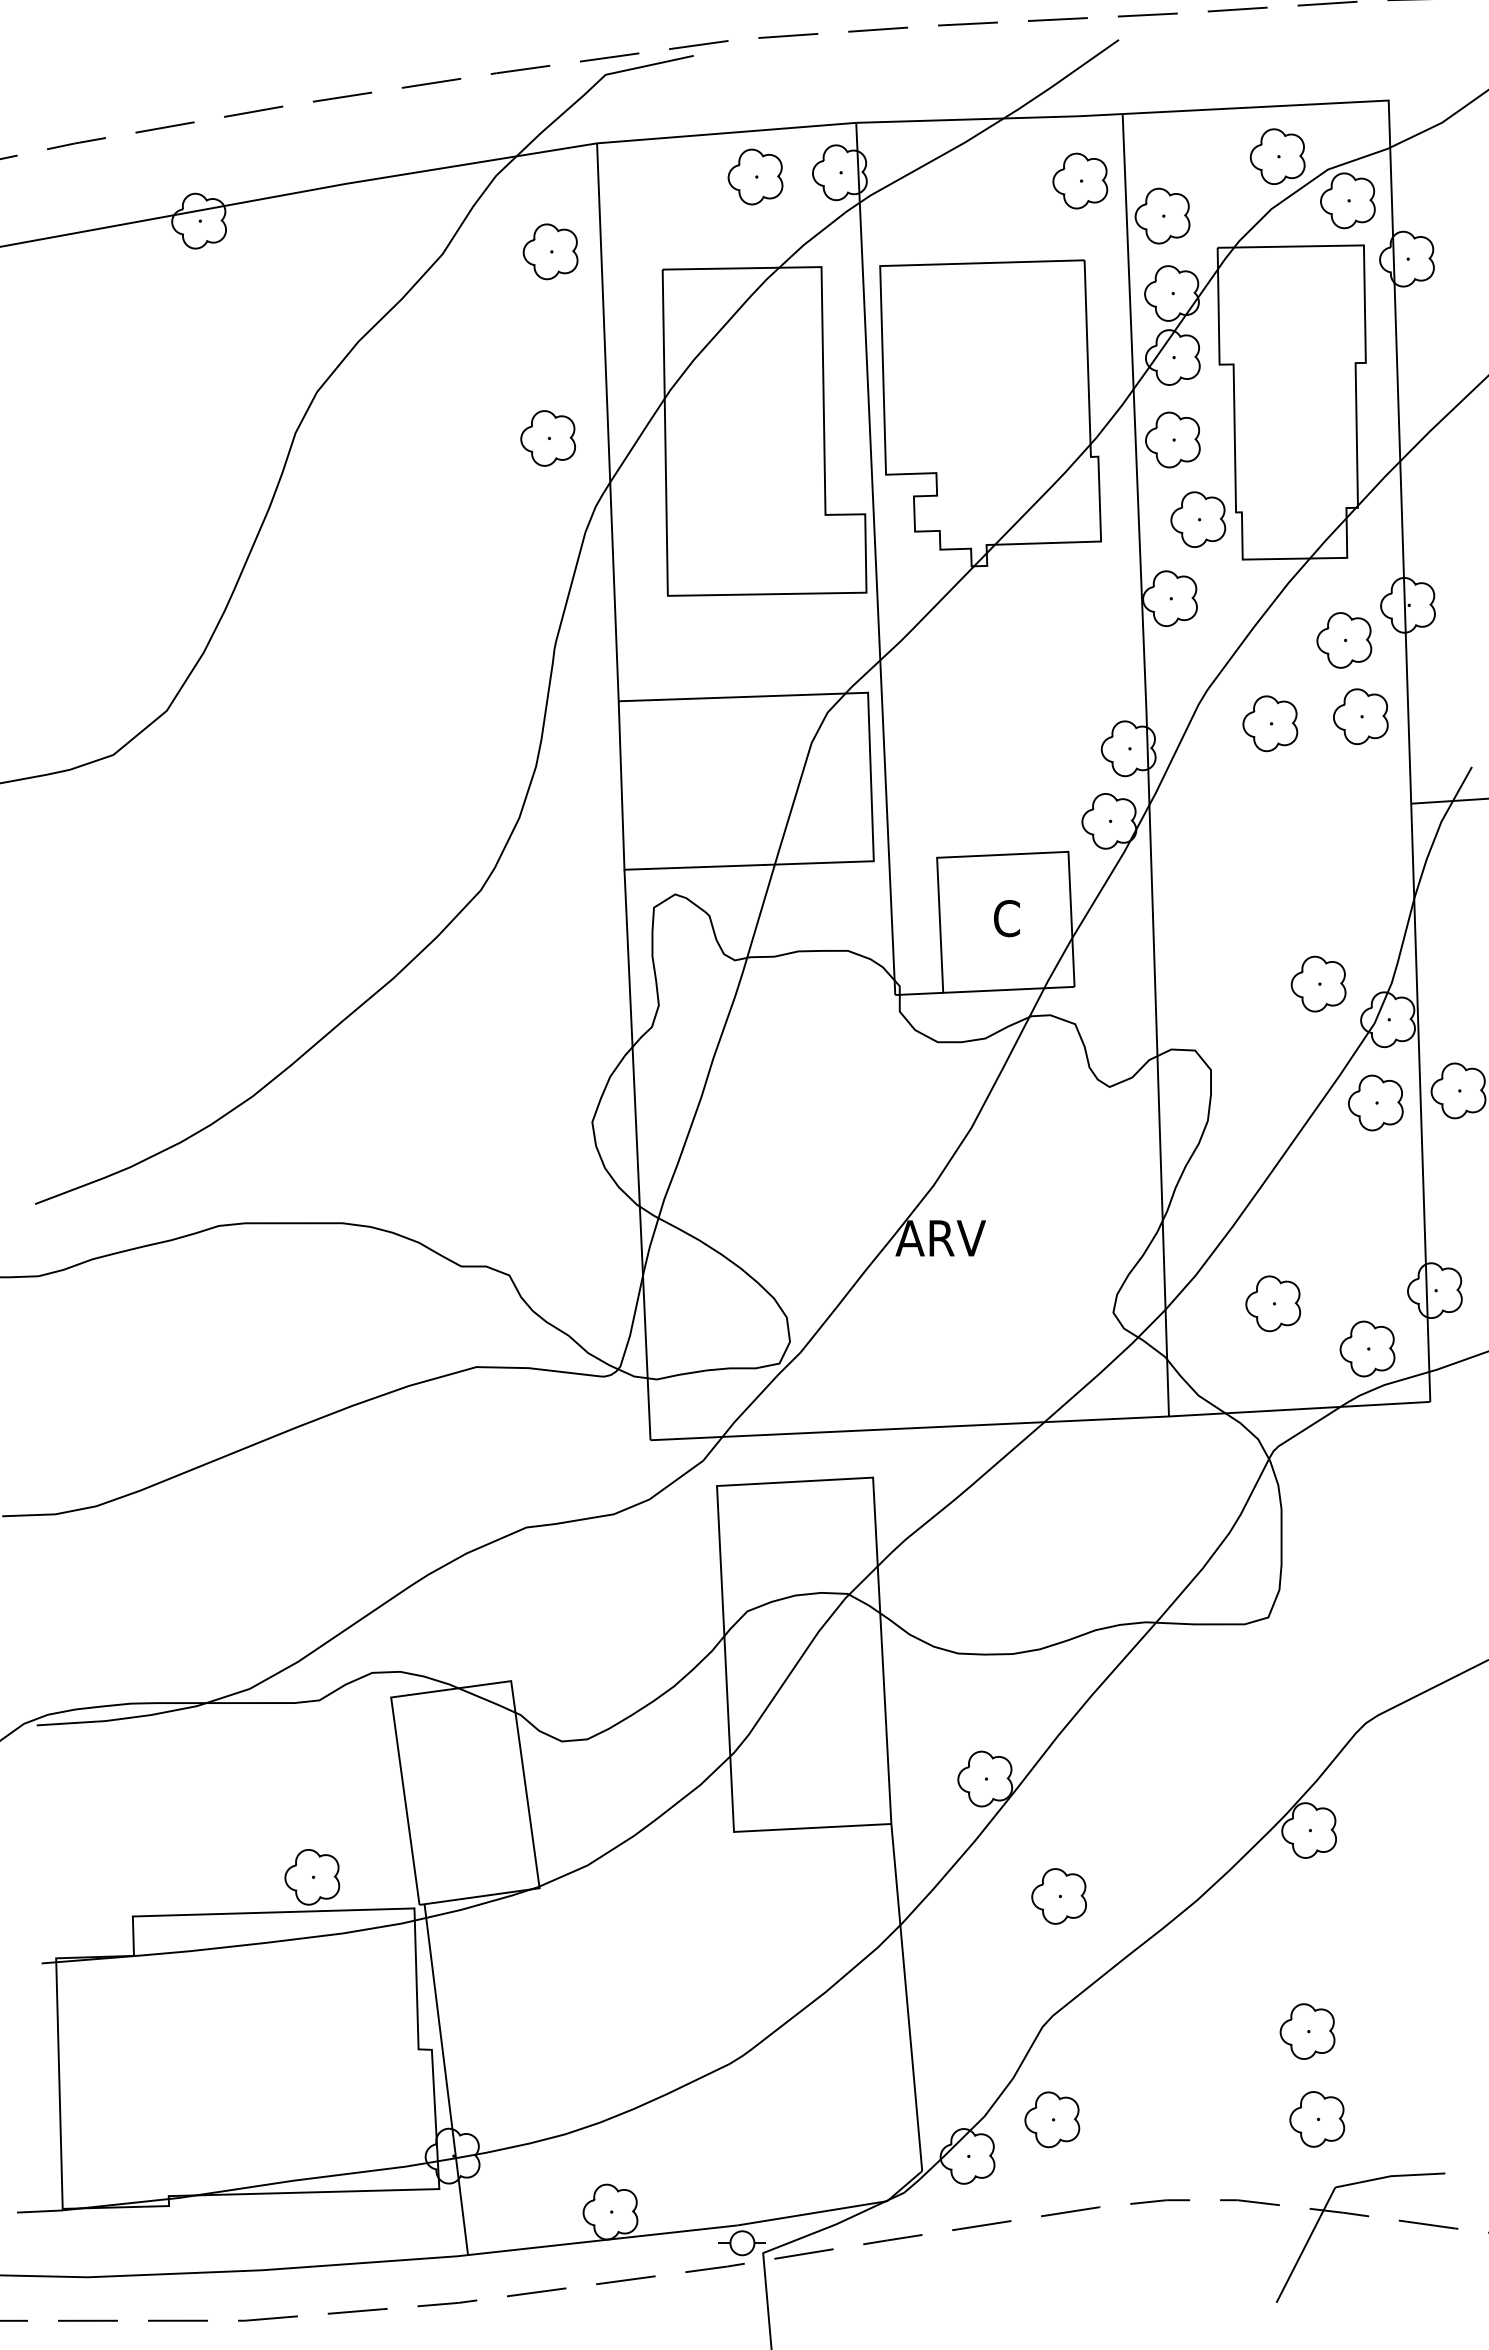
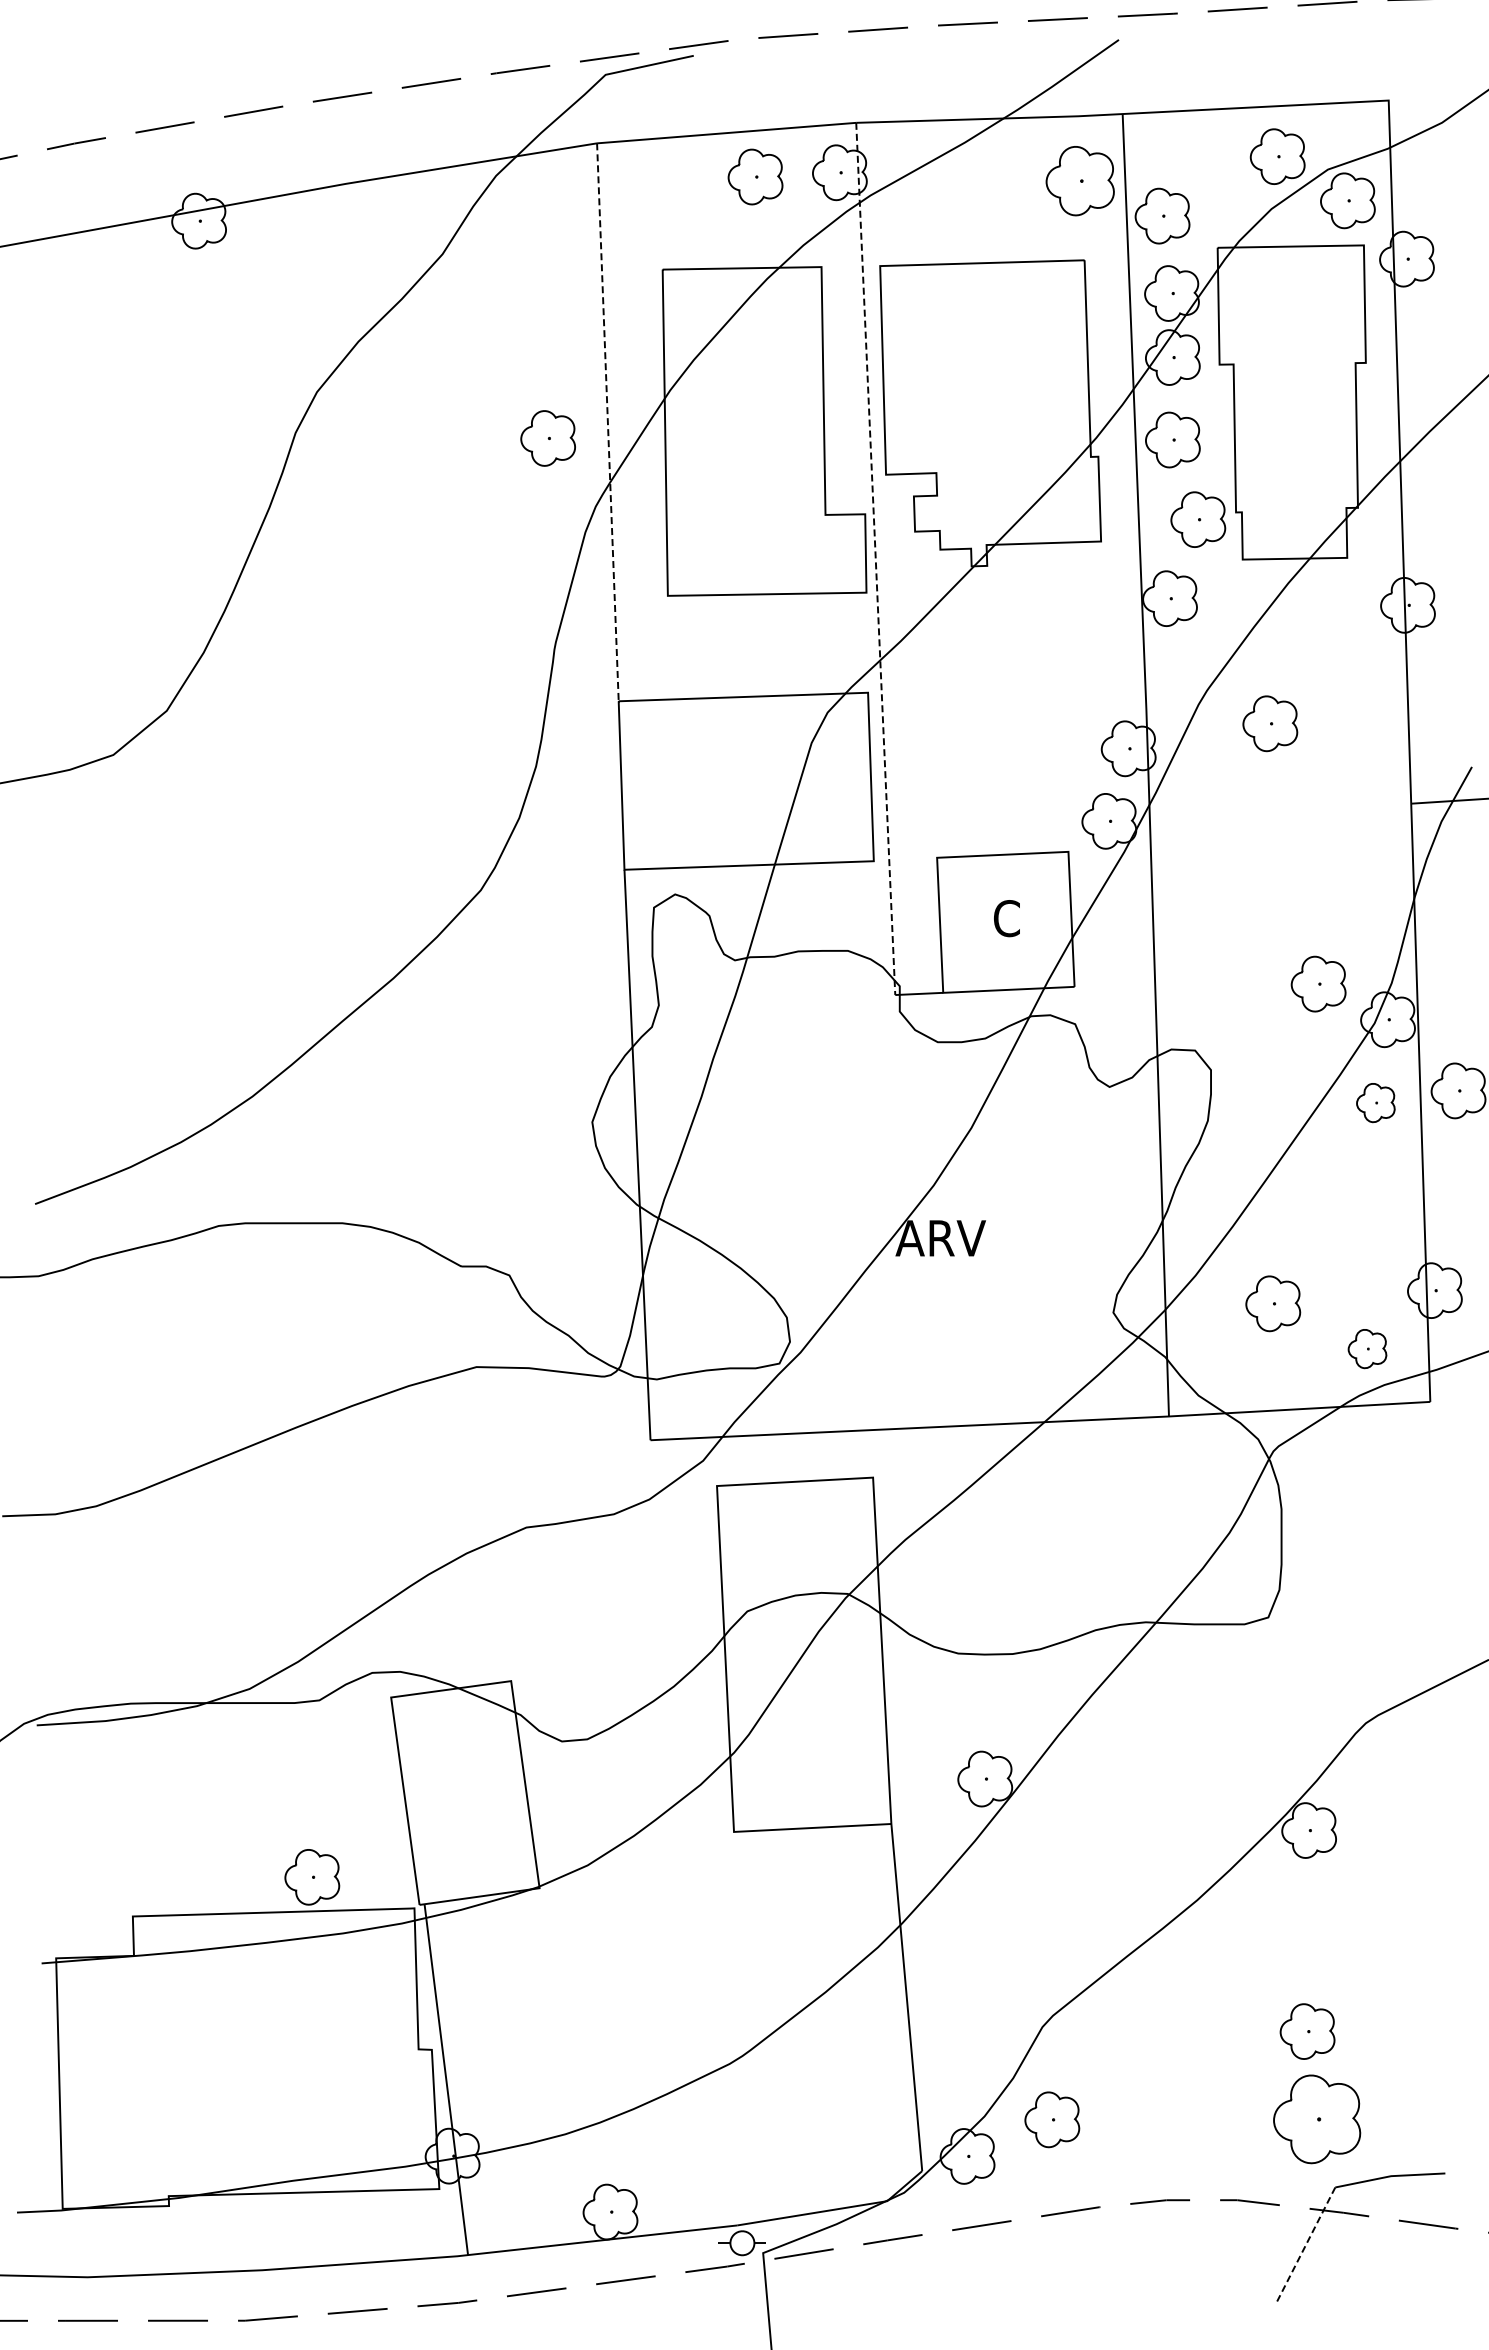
part at (1080, 180) size: 57x58 px -> 70x71 px
part at (550, 251): present -> none
line at (607, 422): solid -> dashed
line at (875, 558): solid -> dashed
part at (1344, 640): present -> none
part at (1360, 716): present -> none
part at (1375, 1102) size: 56x58 px -> 40x41 px
part at (1367, 1348) size: 57x58 px -> 41x41 px
part at (1058, 1896): present -> none
part at (1317, 2119) size: 57x57 px -> 89x91 px
line at (1305, 2245): solid -> dashed
